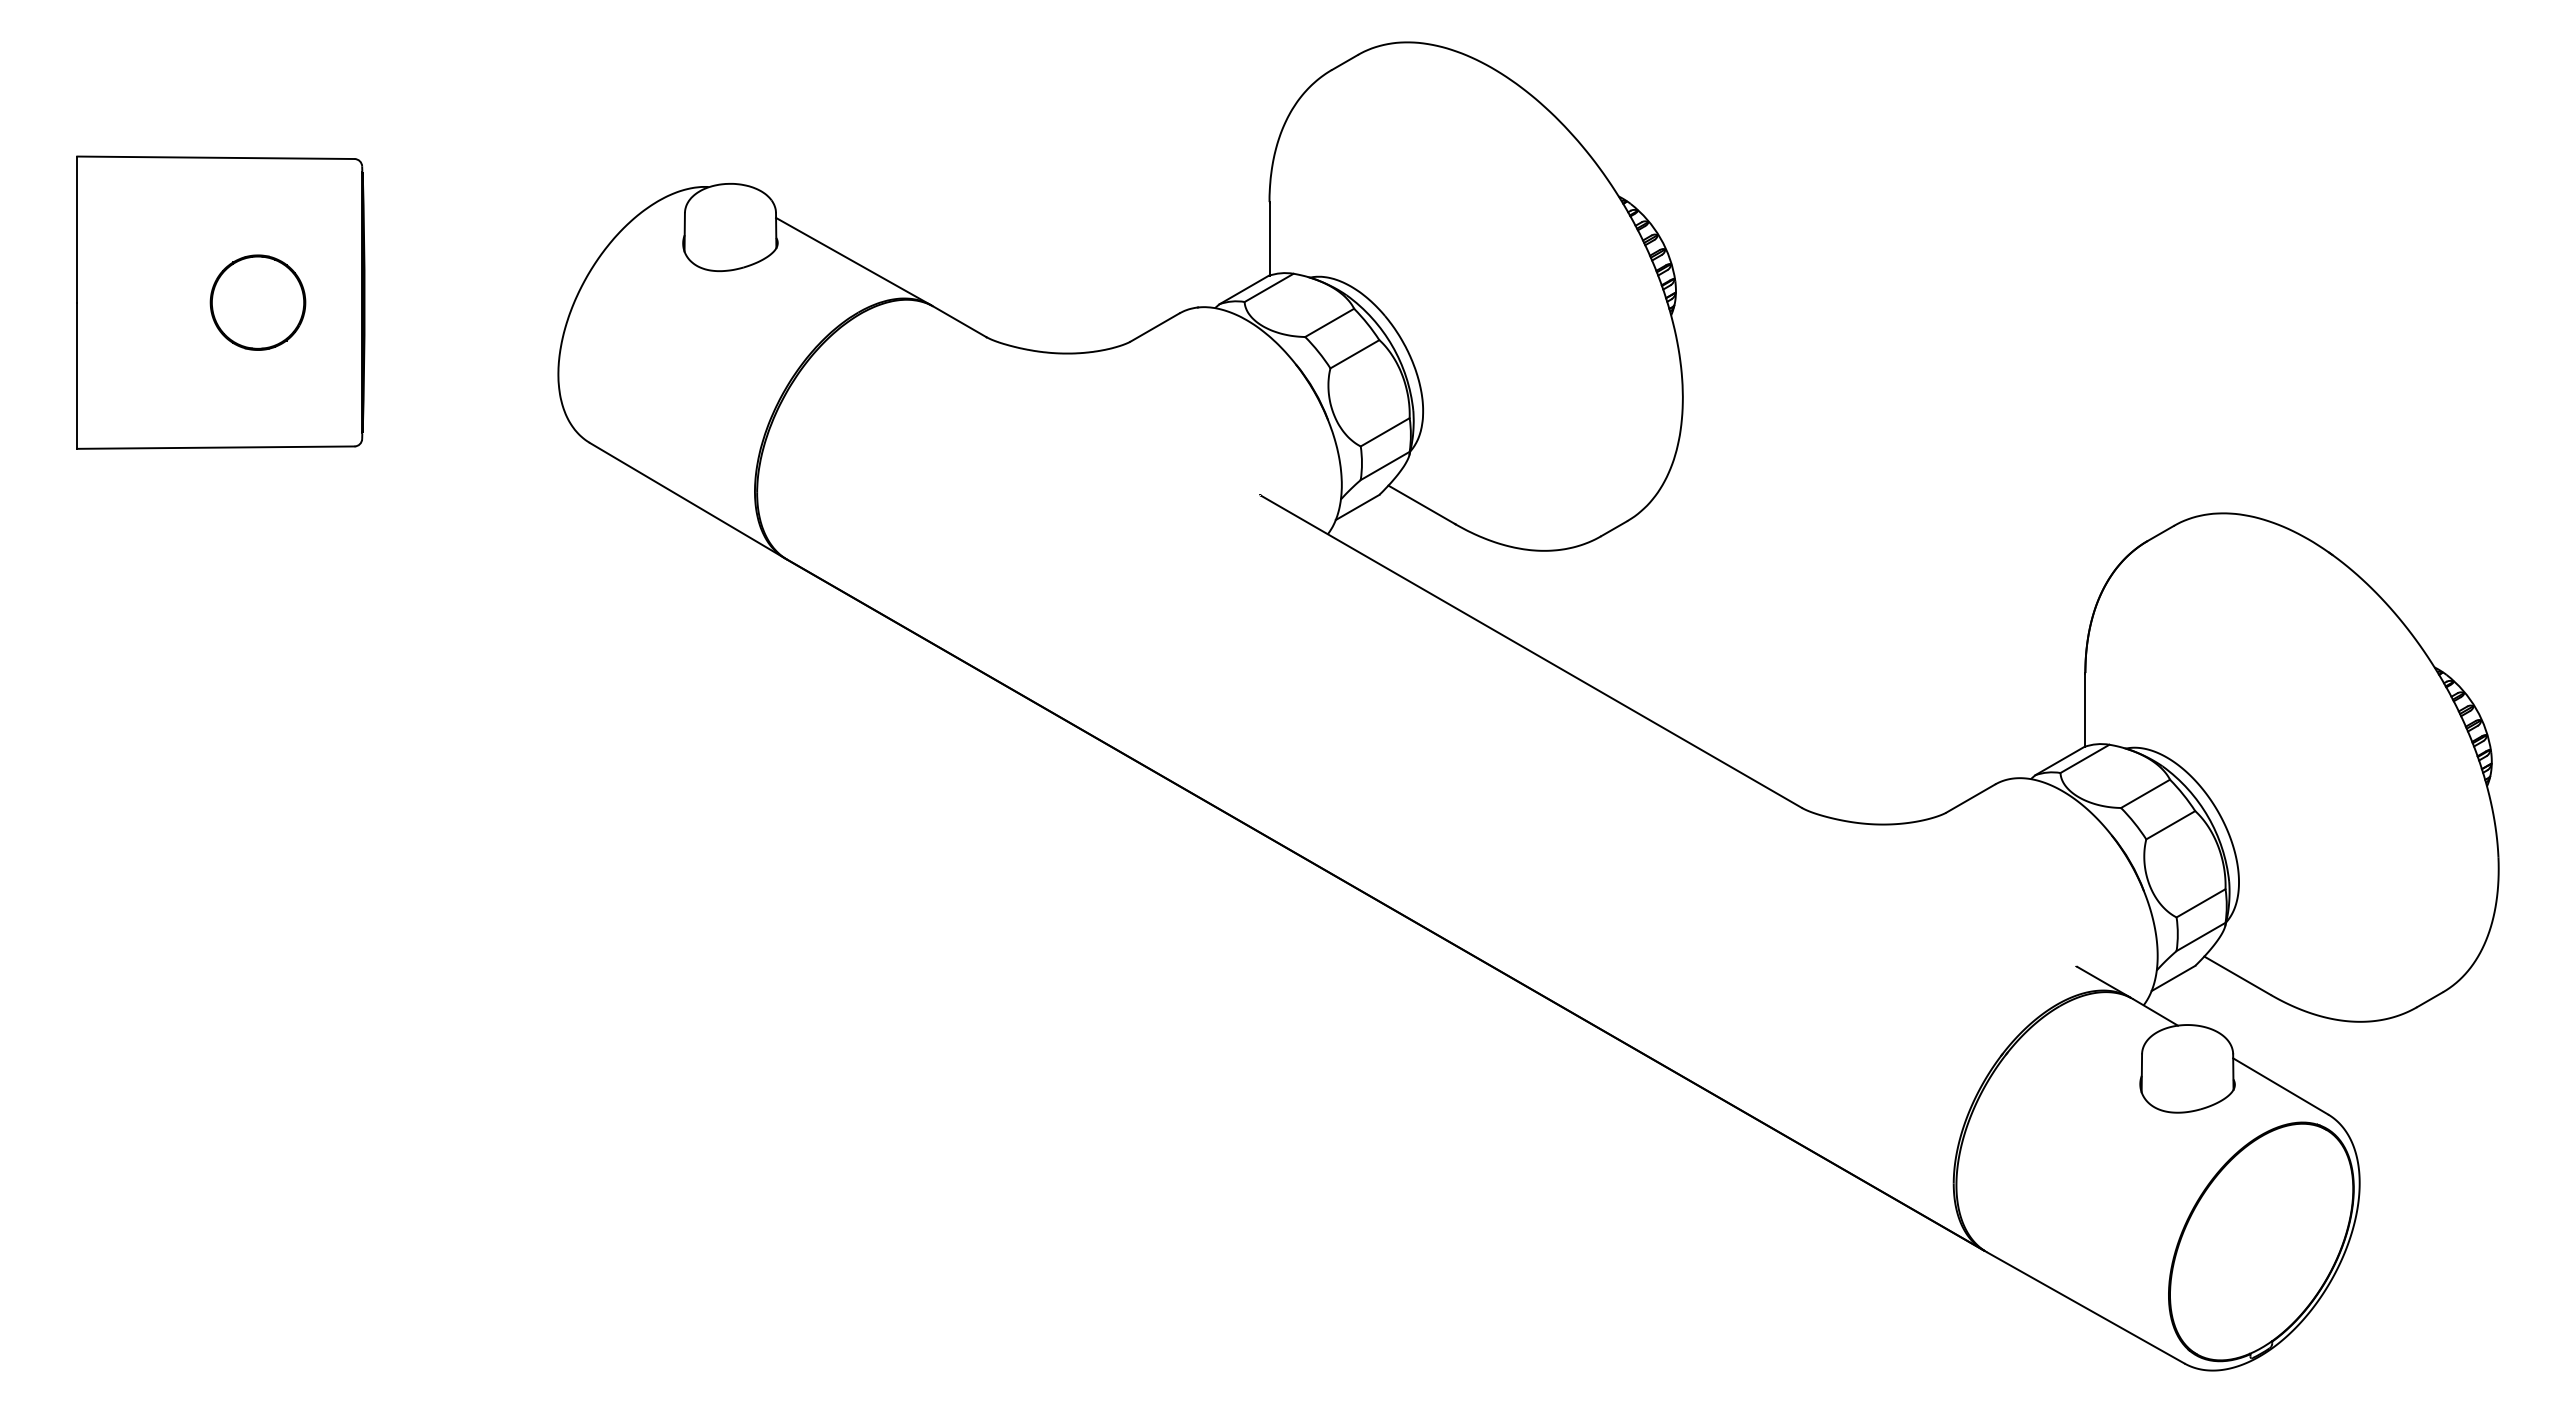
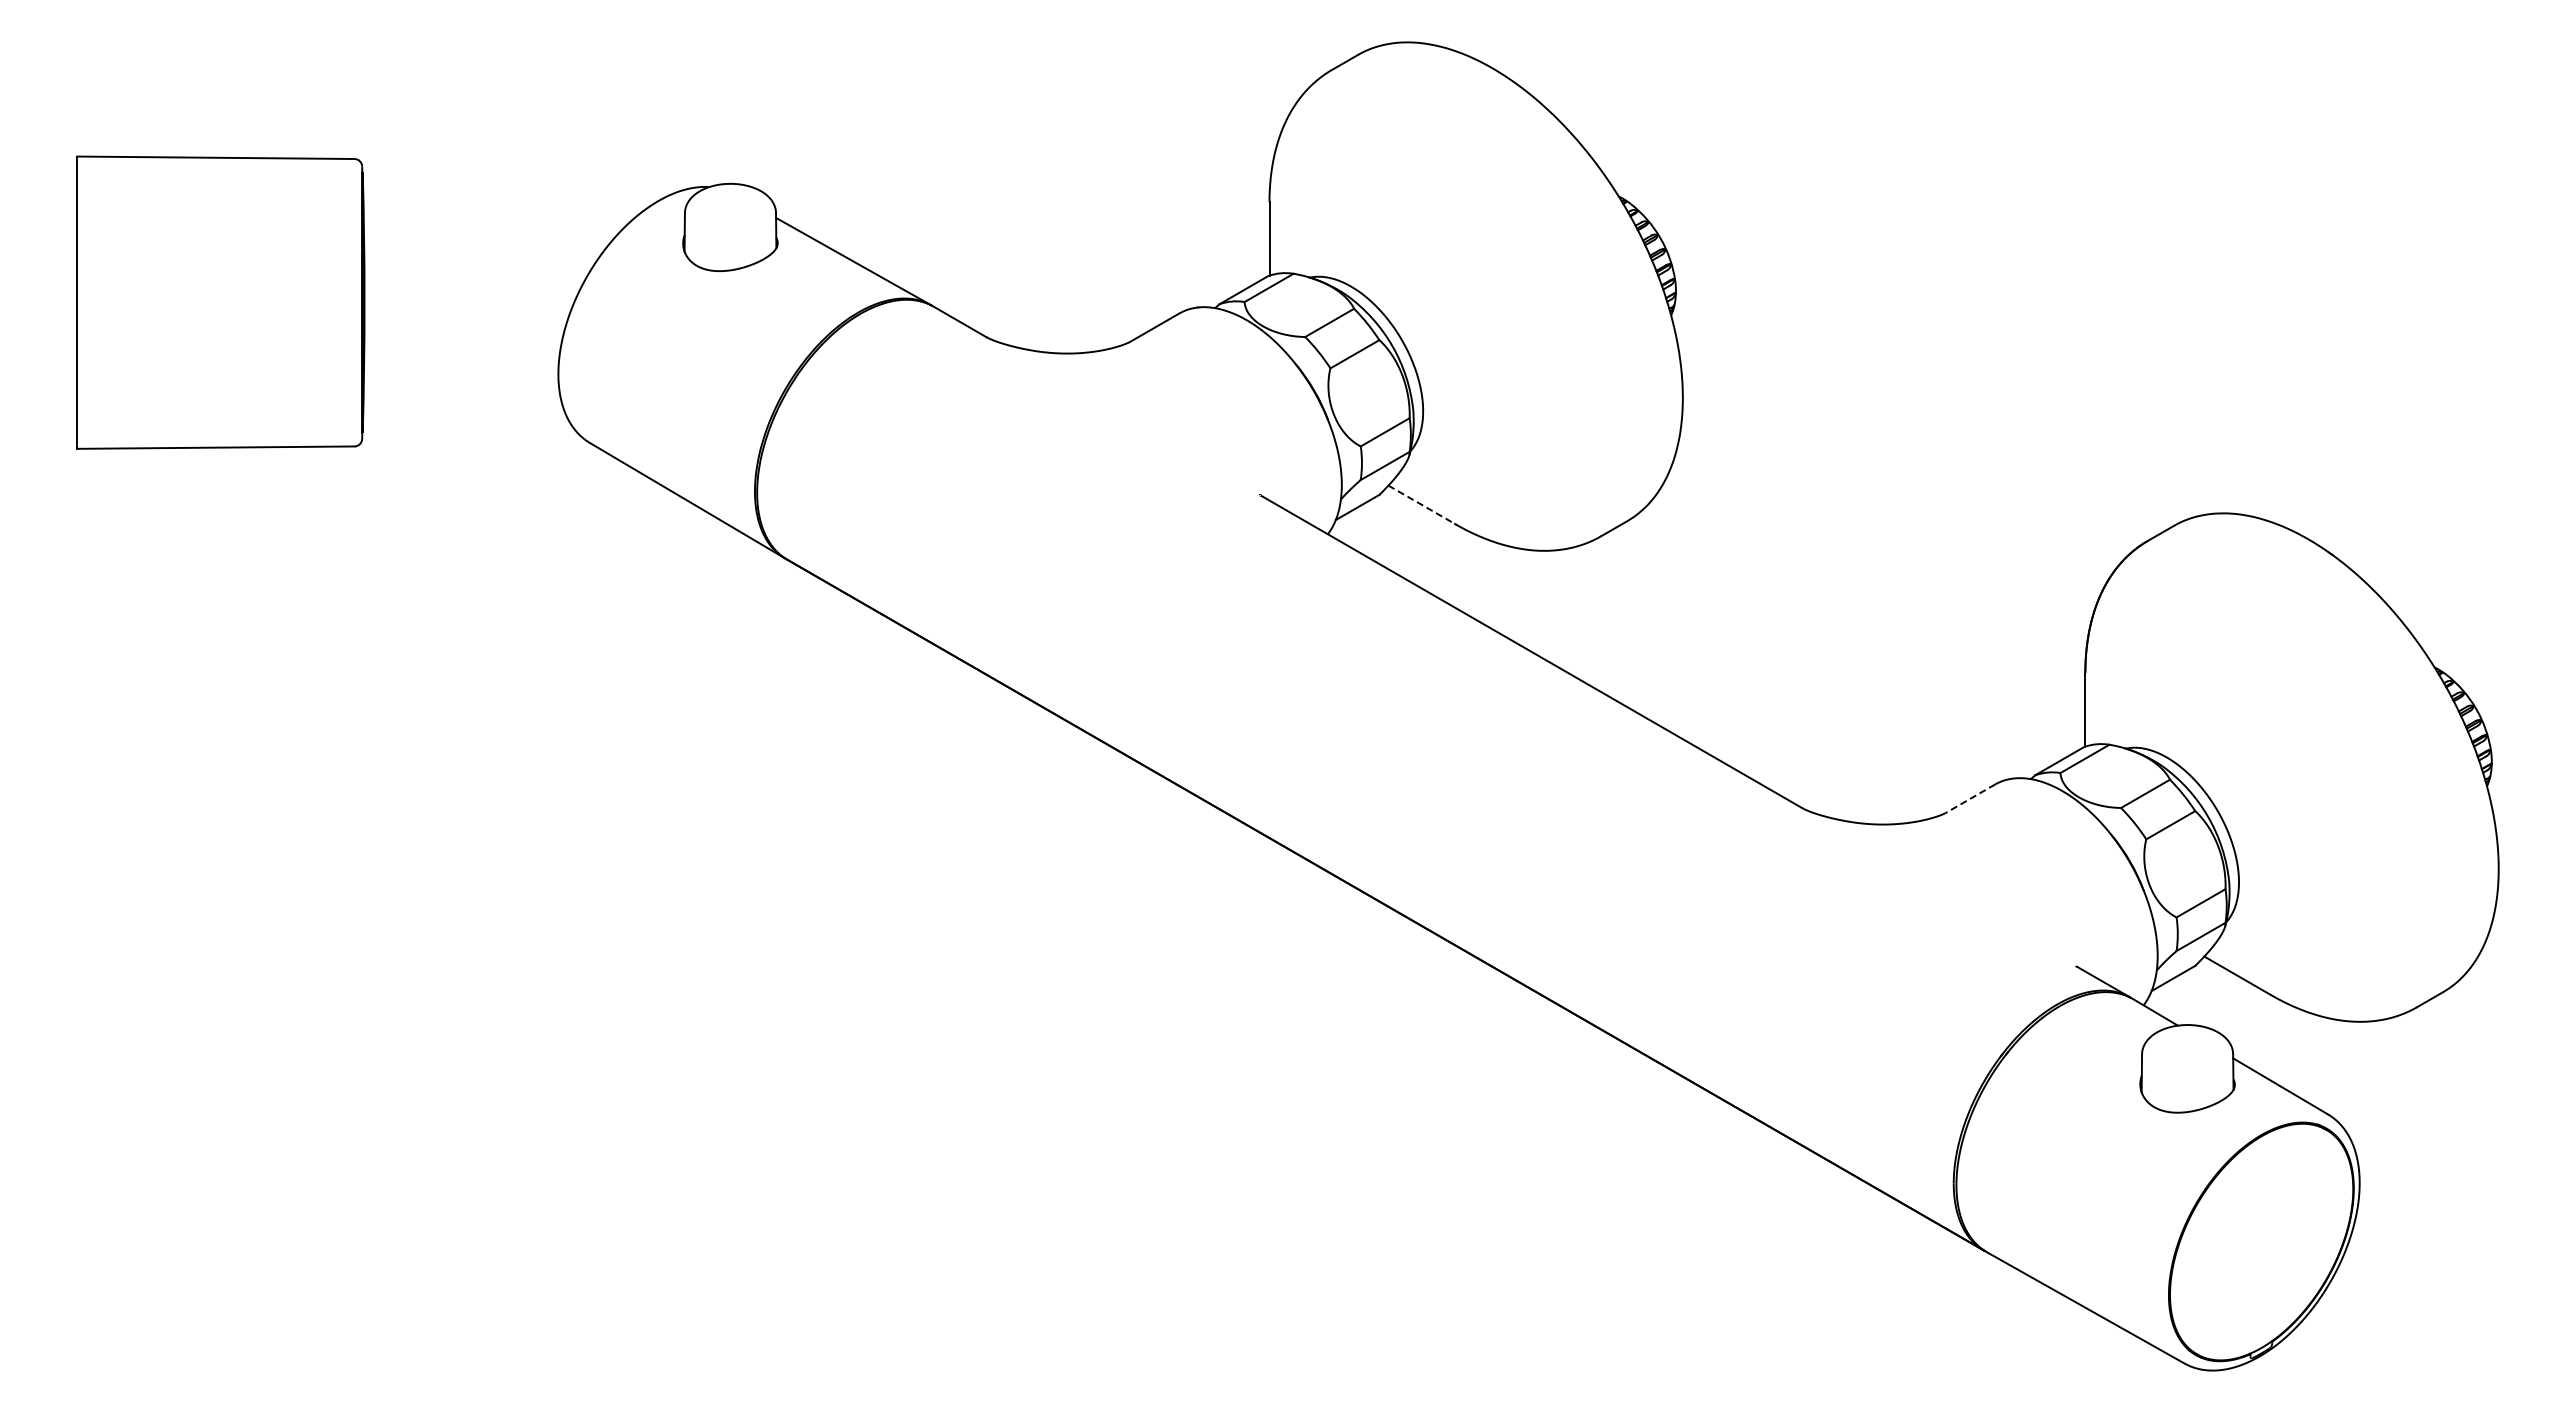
part at (257, 302): present -> none
line at (1422, 505): solid -> dashed
line at (1970, 798): solid -> dashed
